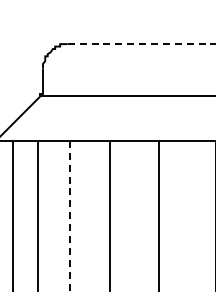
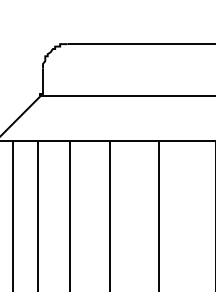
line at (141, 44): dashed -> solid
line at (70, 216): dashed -> solid
